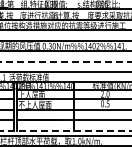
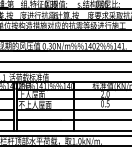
line at (66, 61): dashed -> solid
line at (66, 130): dashed -> solid
